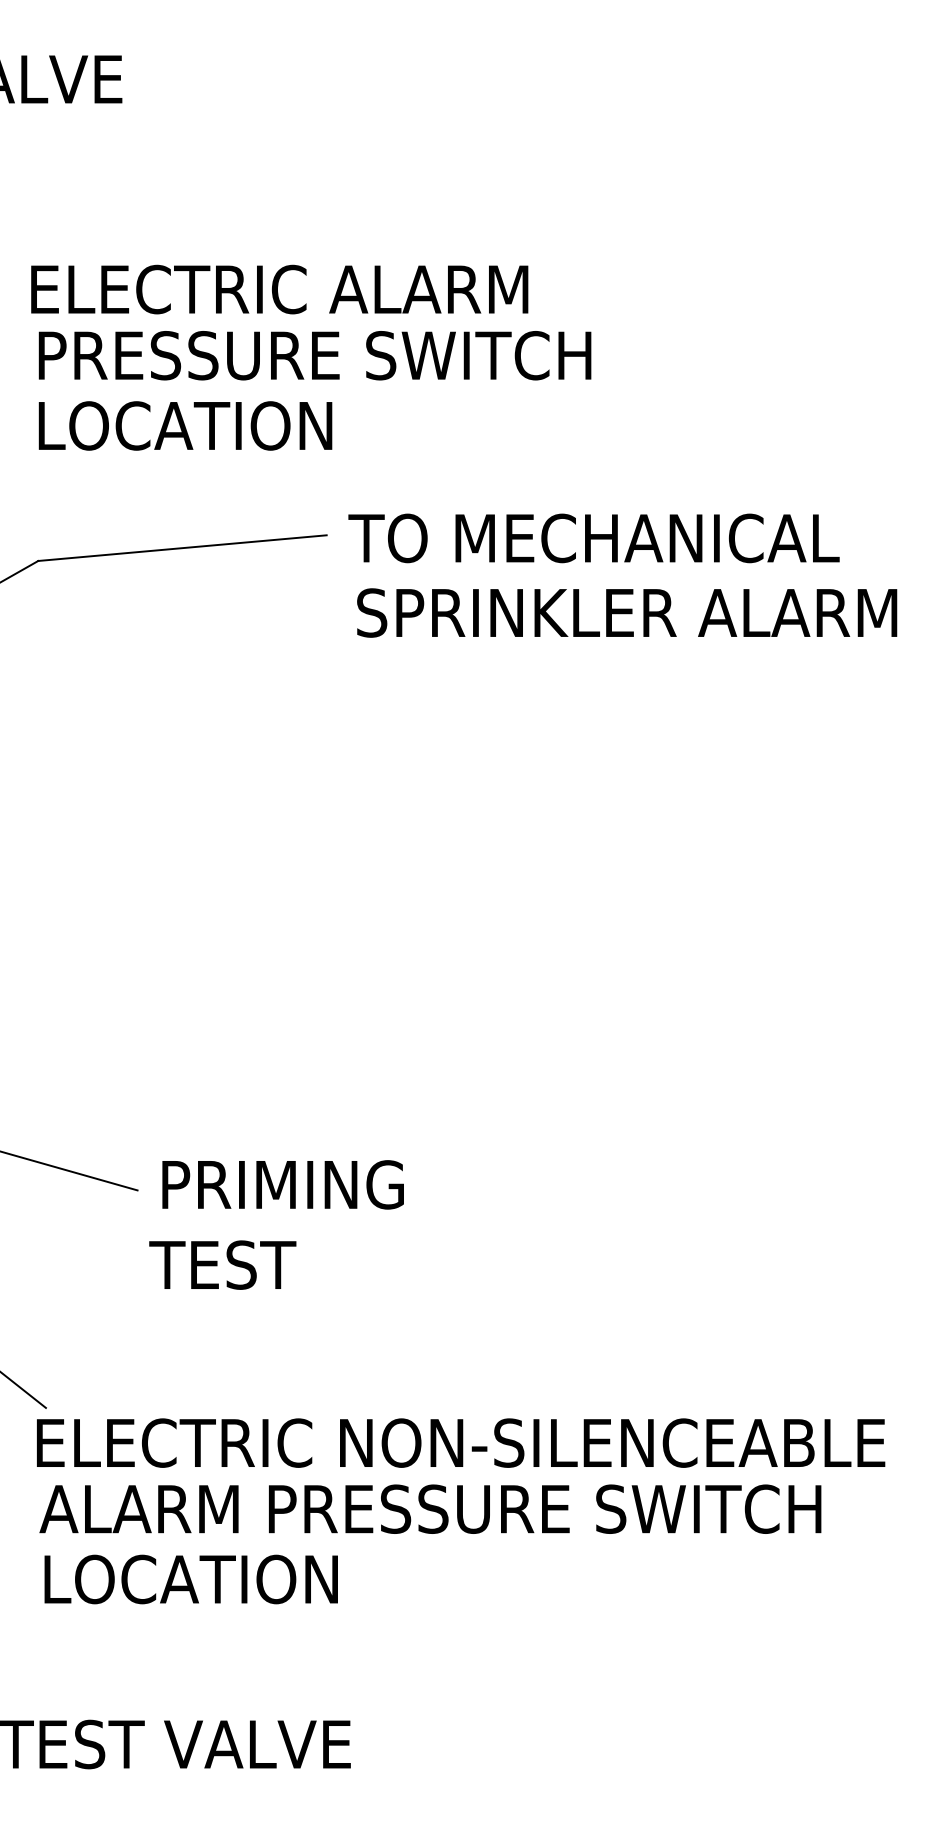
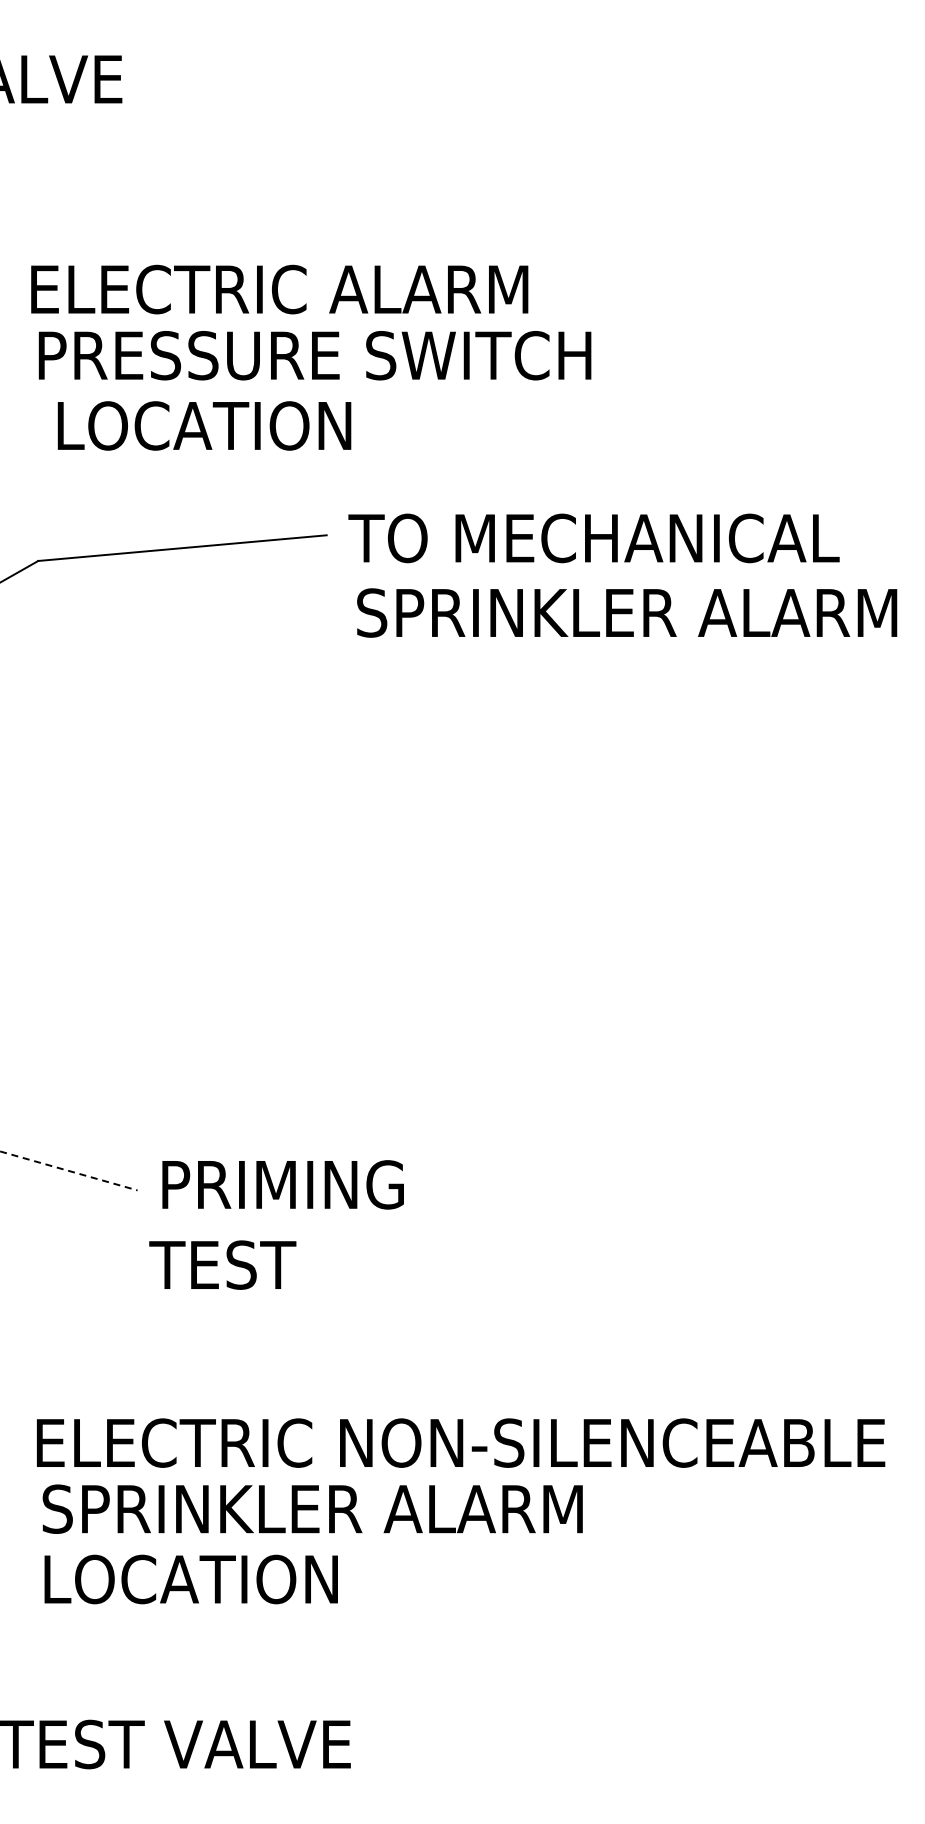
text at (185, 425) position: (185, 425) -> (204, 425)
line at (69, 1171): solid -> dashed
line at (23, 1390): present -> none
text at (430, 1508): ALARM PRESSURE SWITCH -> SPRINKLER ALARM
